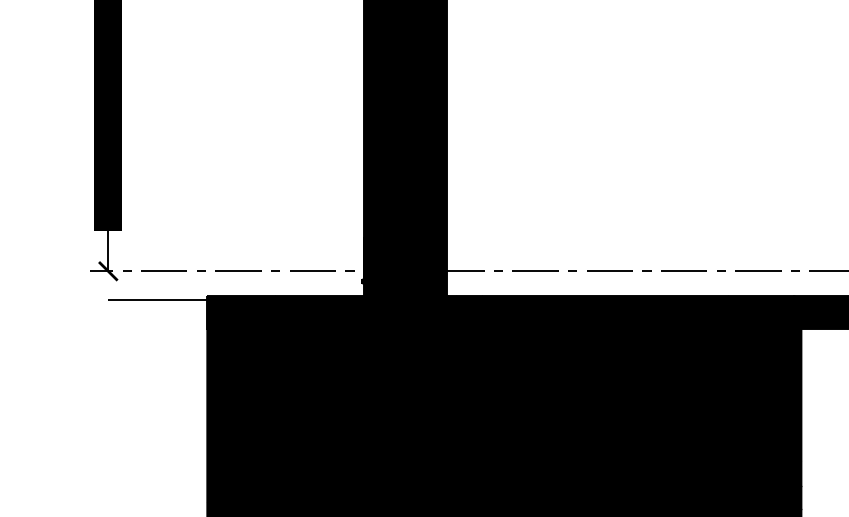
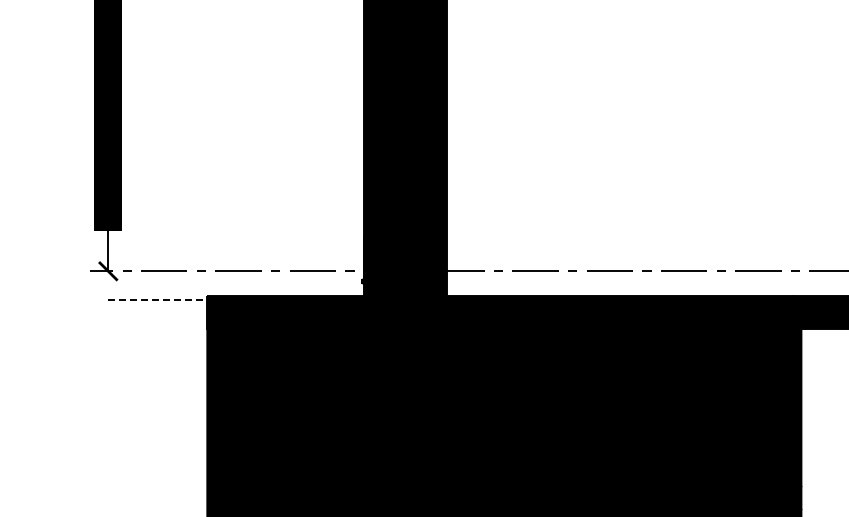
line at (157, 300): solid -> dashed
